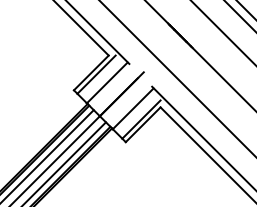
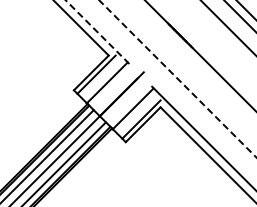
line at (97, 32): solid -> dashed
line at (222, 32) position: (222, 32) -> (227, 27)
line at (177, 78): solid -> dashed
